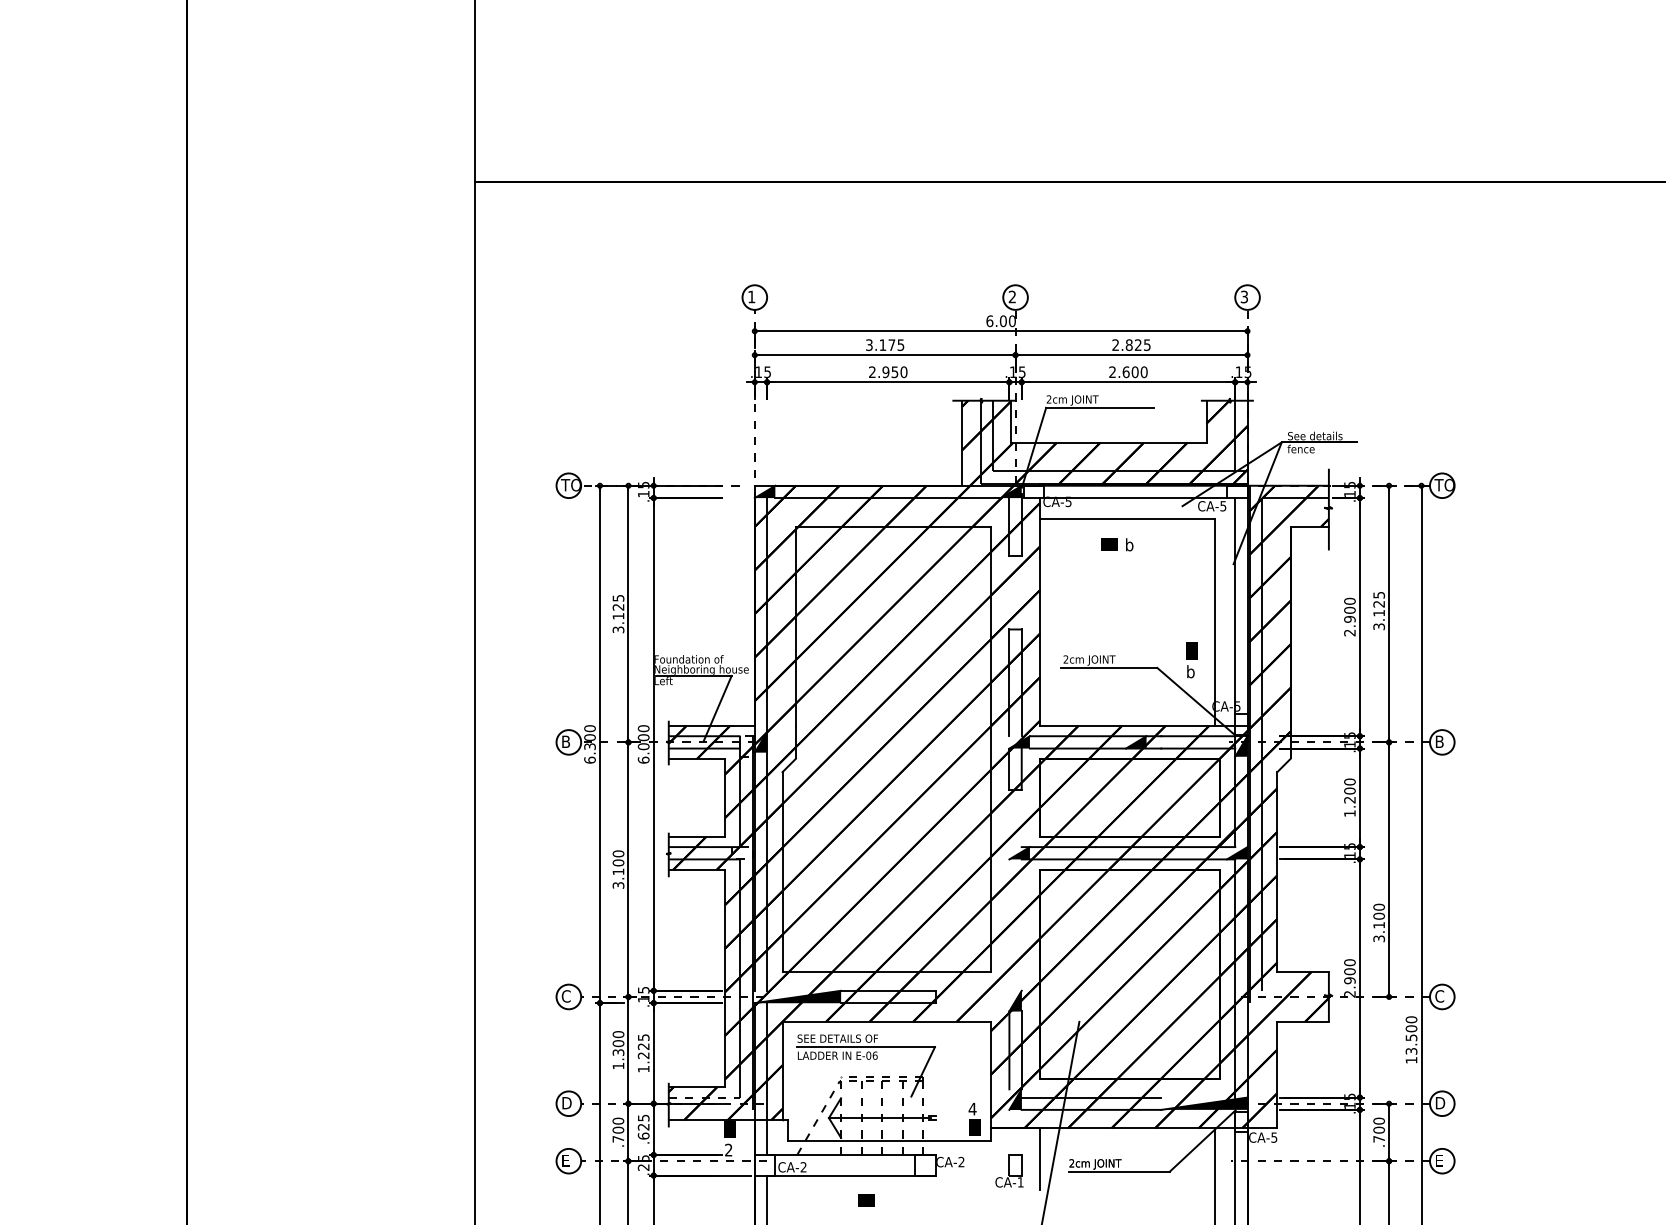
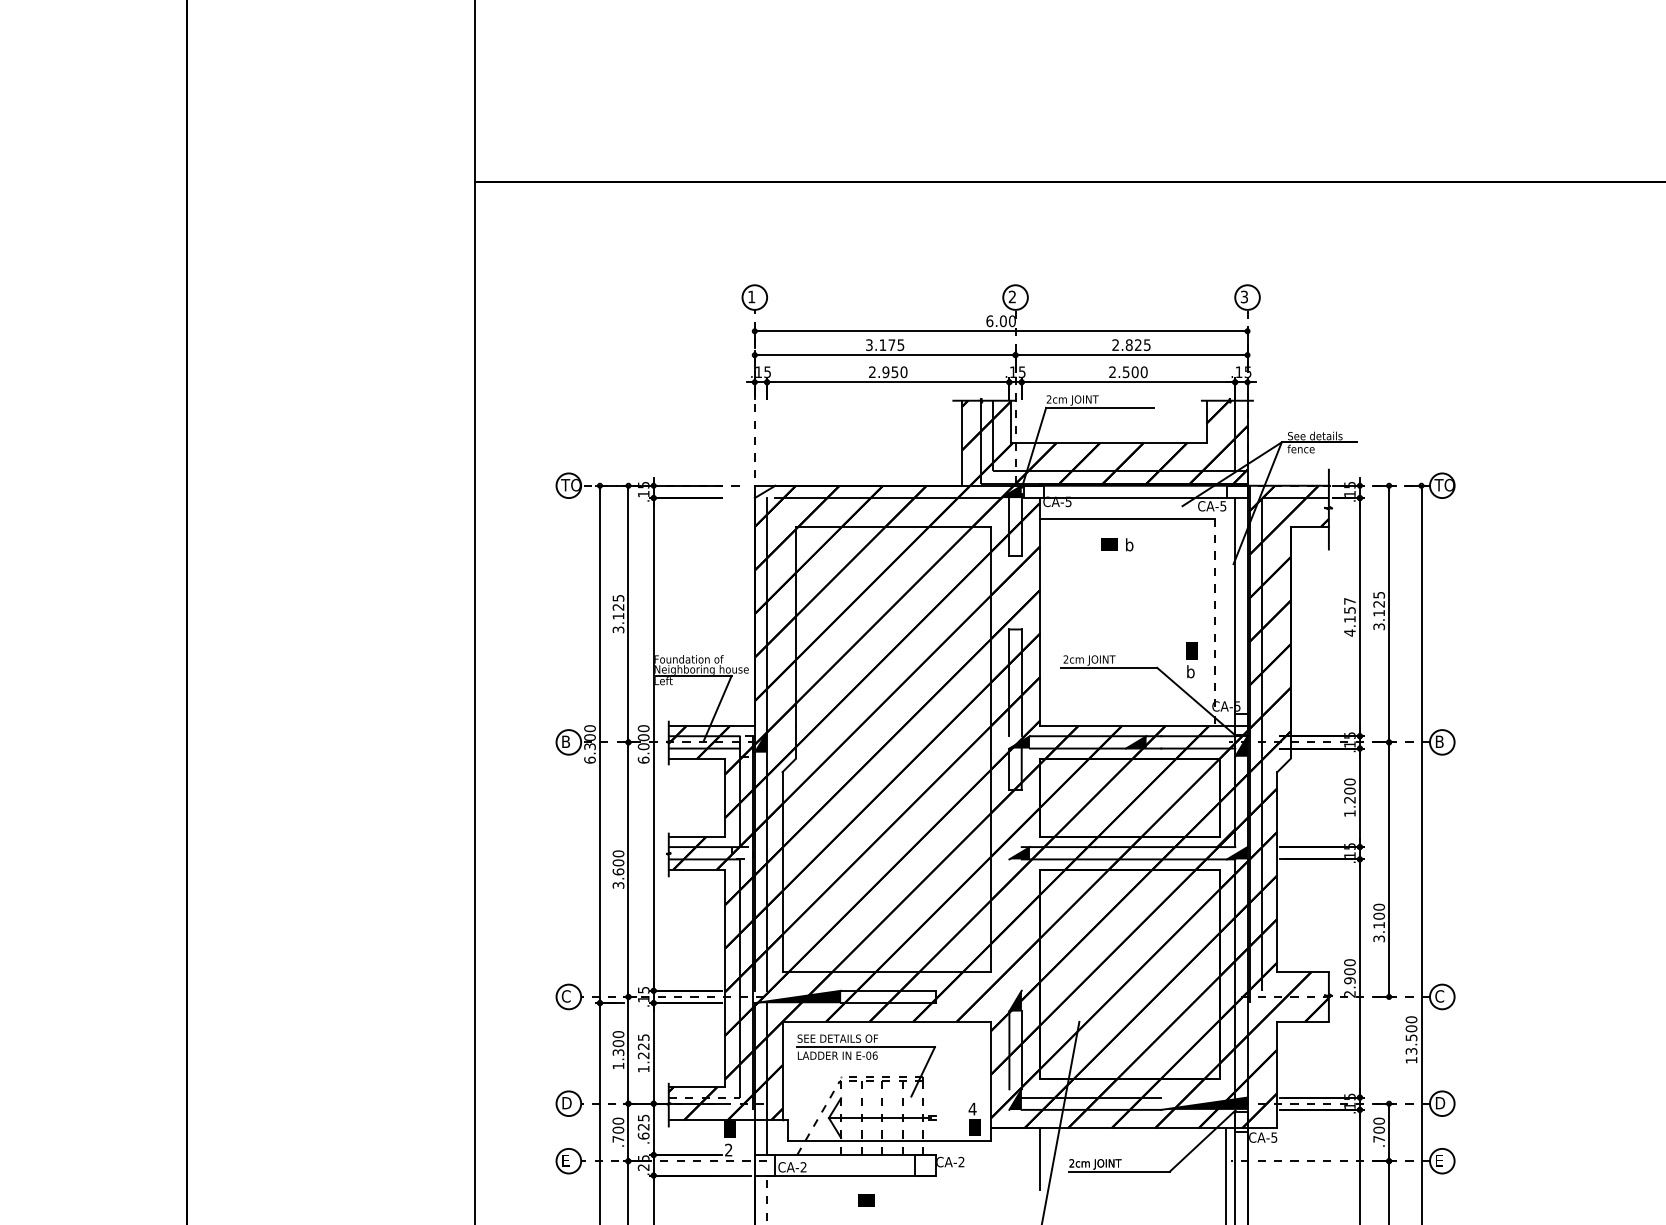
text at (1125, 372): 2.600 -> 2.500
fill at (764, 491): present -> none
text at (1349, 616): 2.900 -> 4.157
line at (1214, 622): solid -> dashed
text at (618, 871): 3.100 -> 3.600
part at (1009, 1170): present -> none
line at (1214, 1174) position: (1214, 1174) -> (1225, 1174)
line at (767, 1199): solid -> dashed
